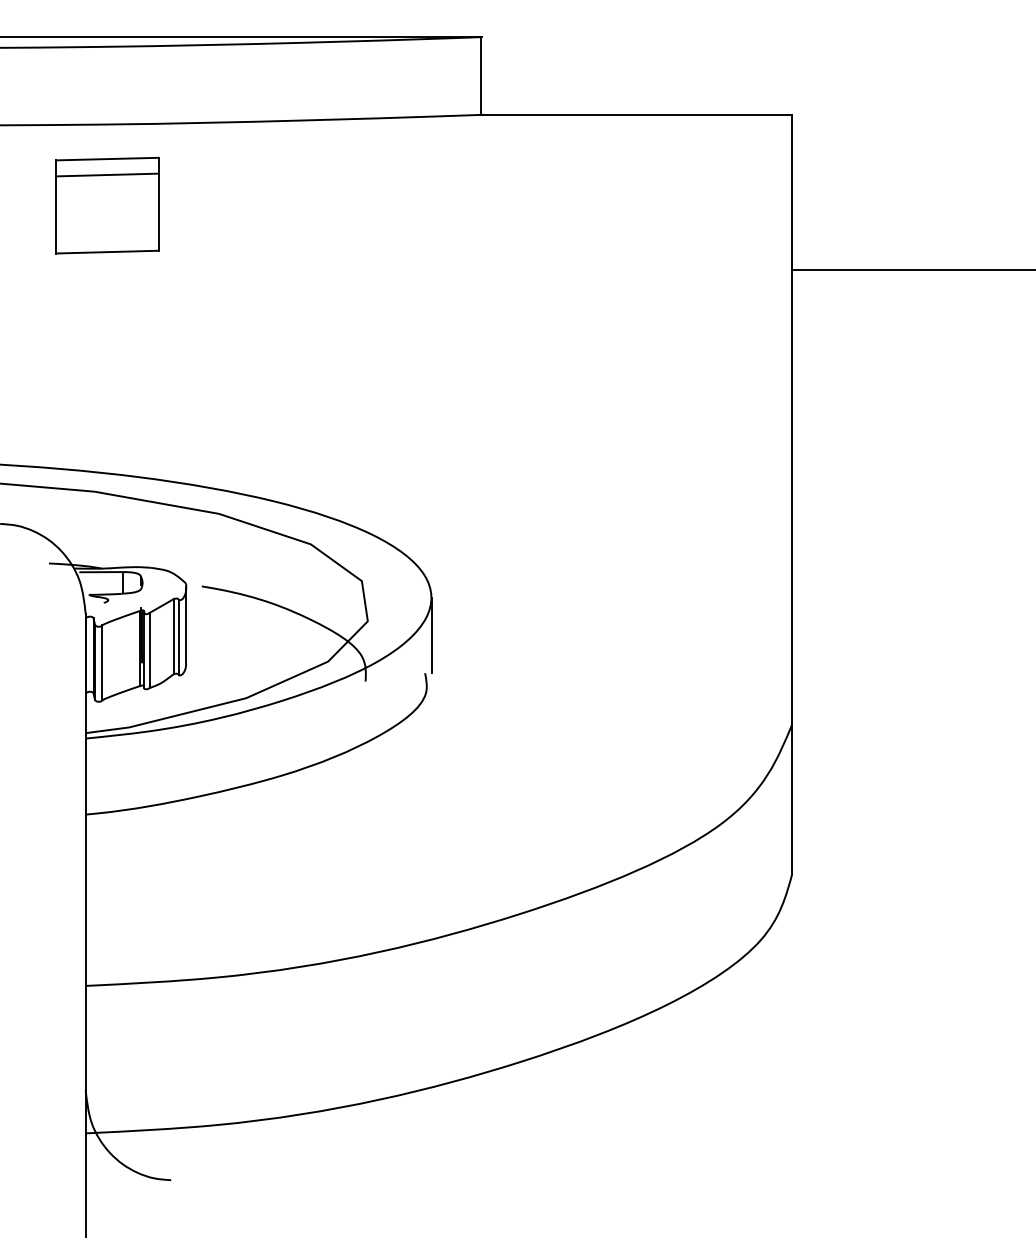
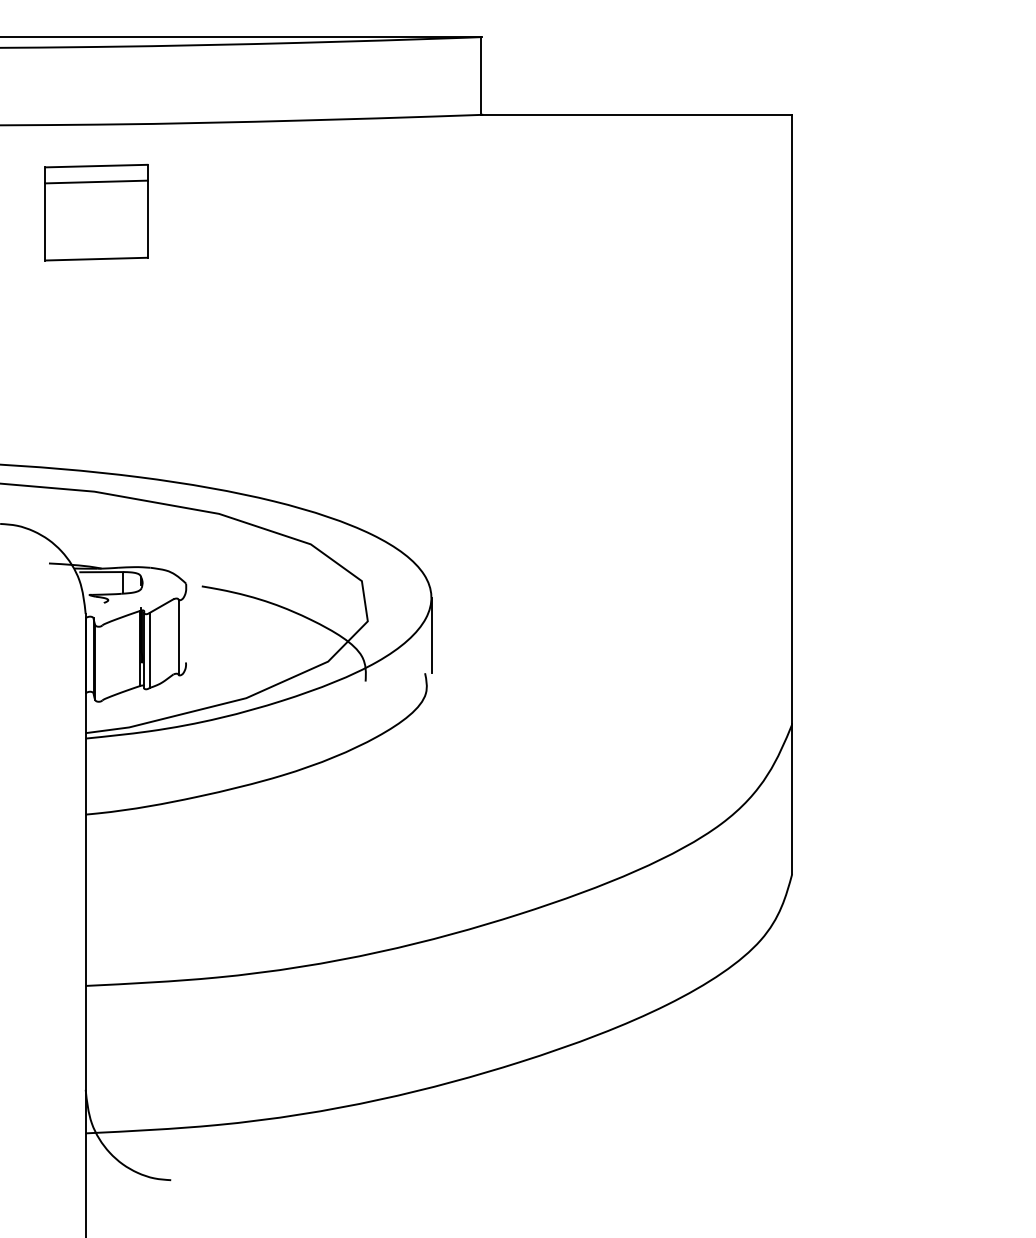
part at (107, 205) position: (107, 205) -> (96, 212)
line at (912, 270): present -> none
line at (186, 624): present -> none
line at (173, 636): present -> none
line at (102, 662): present -> none
